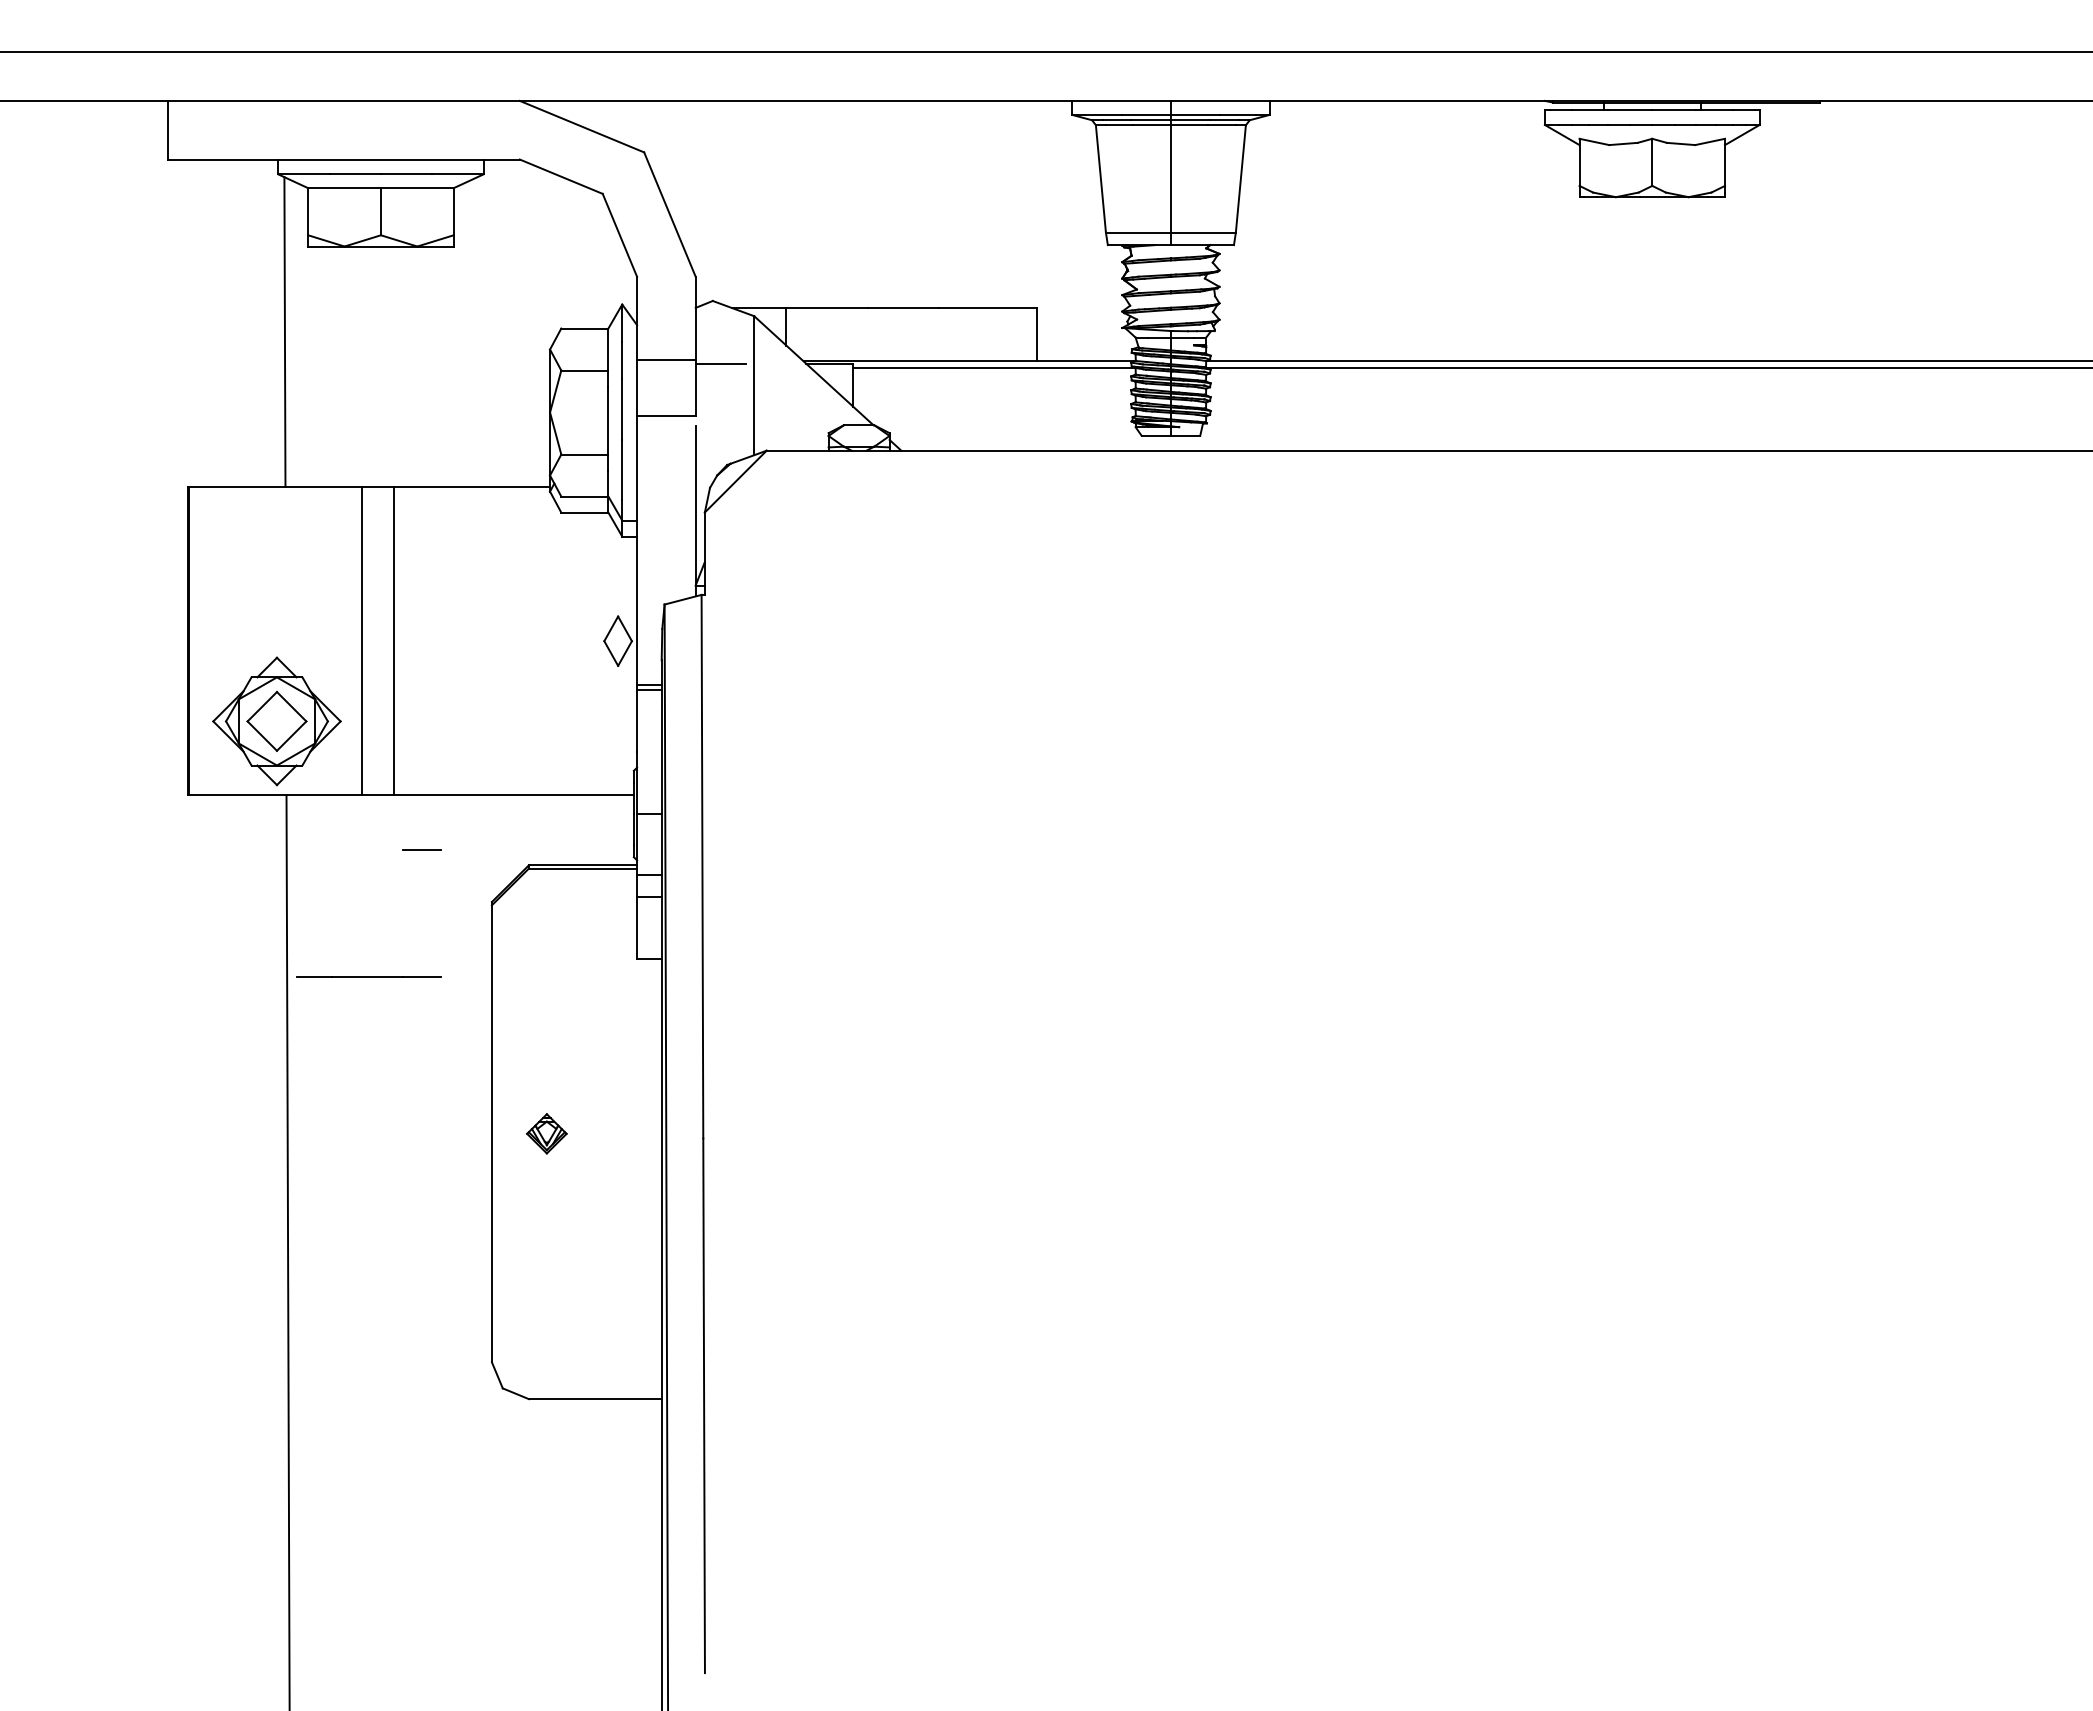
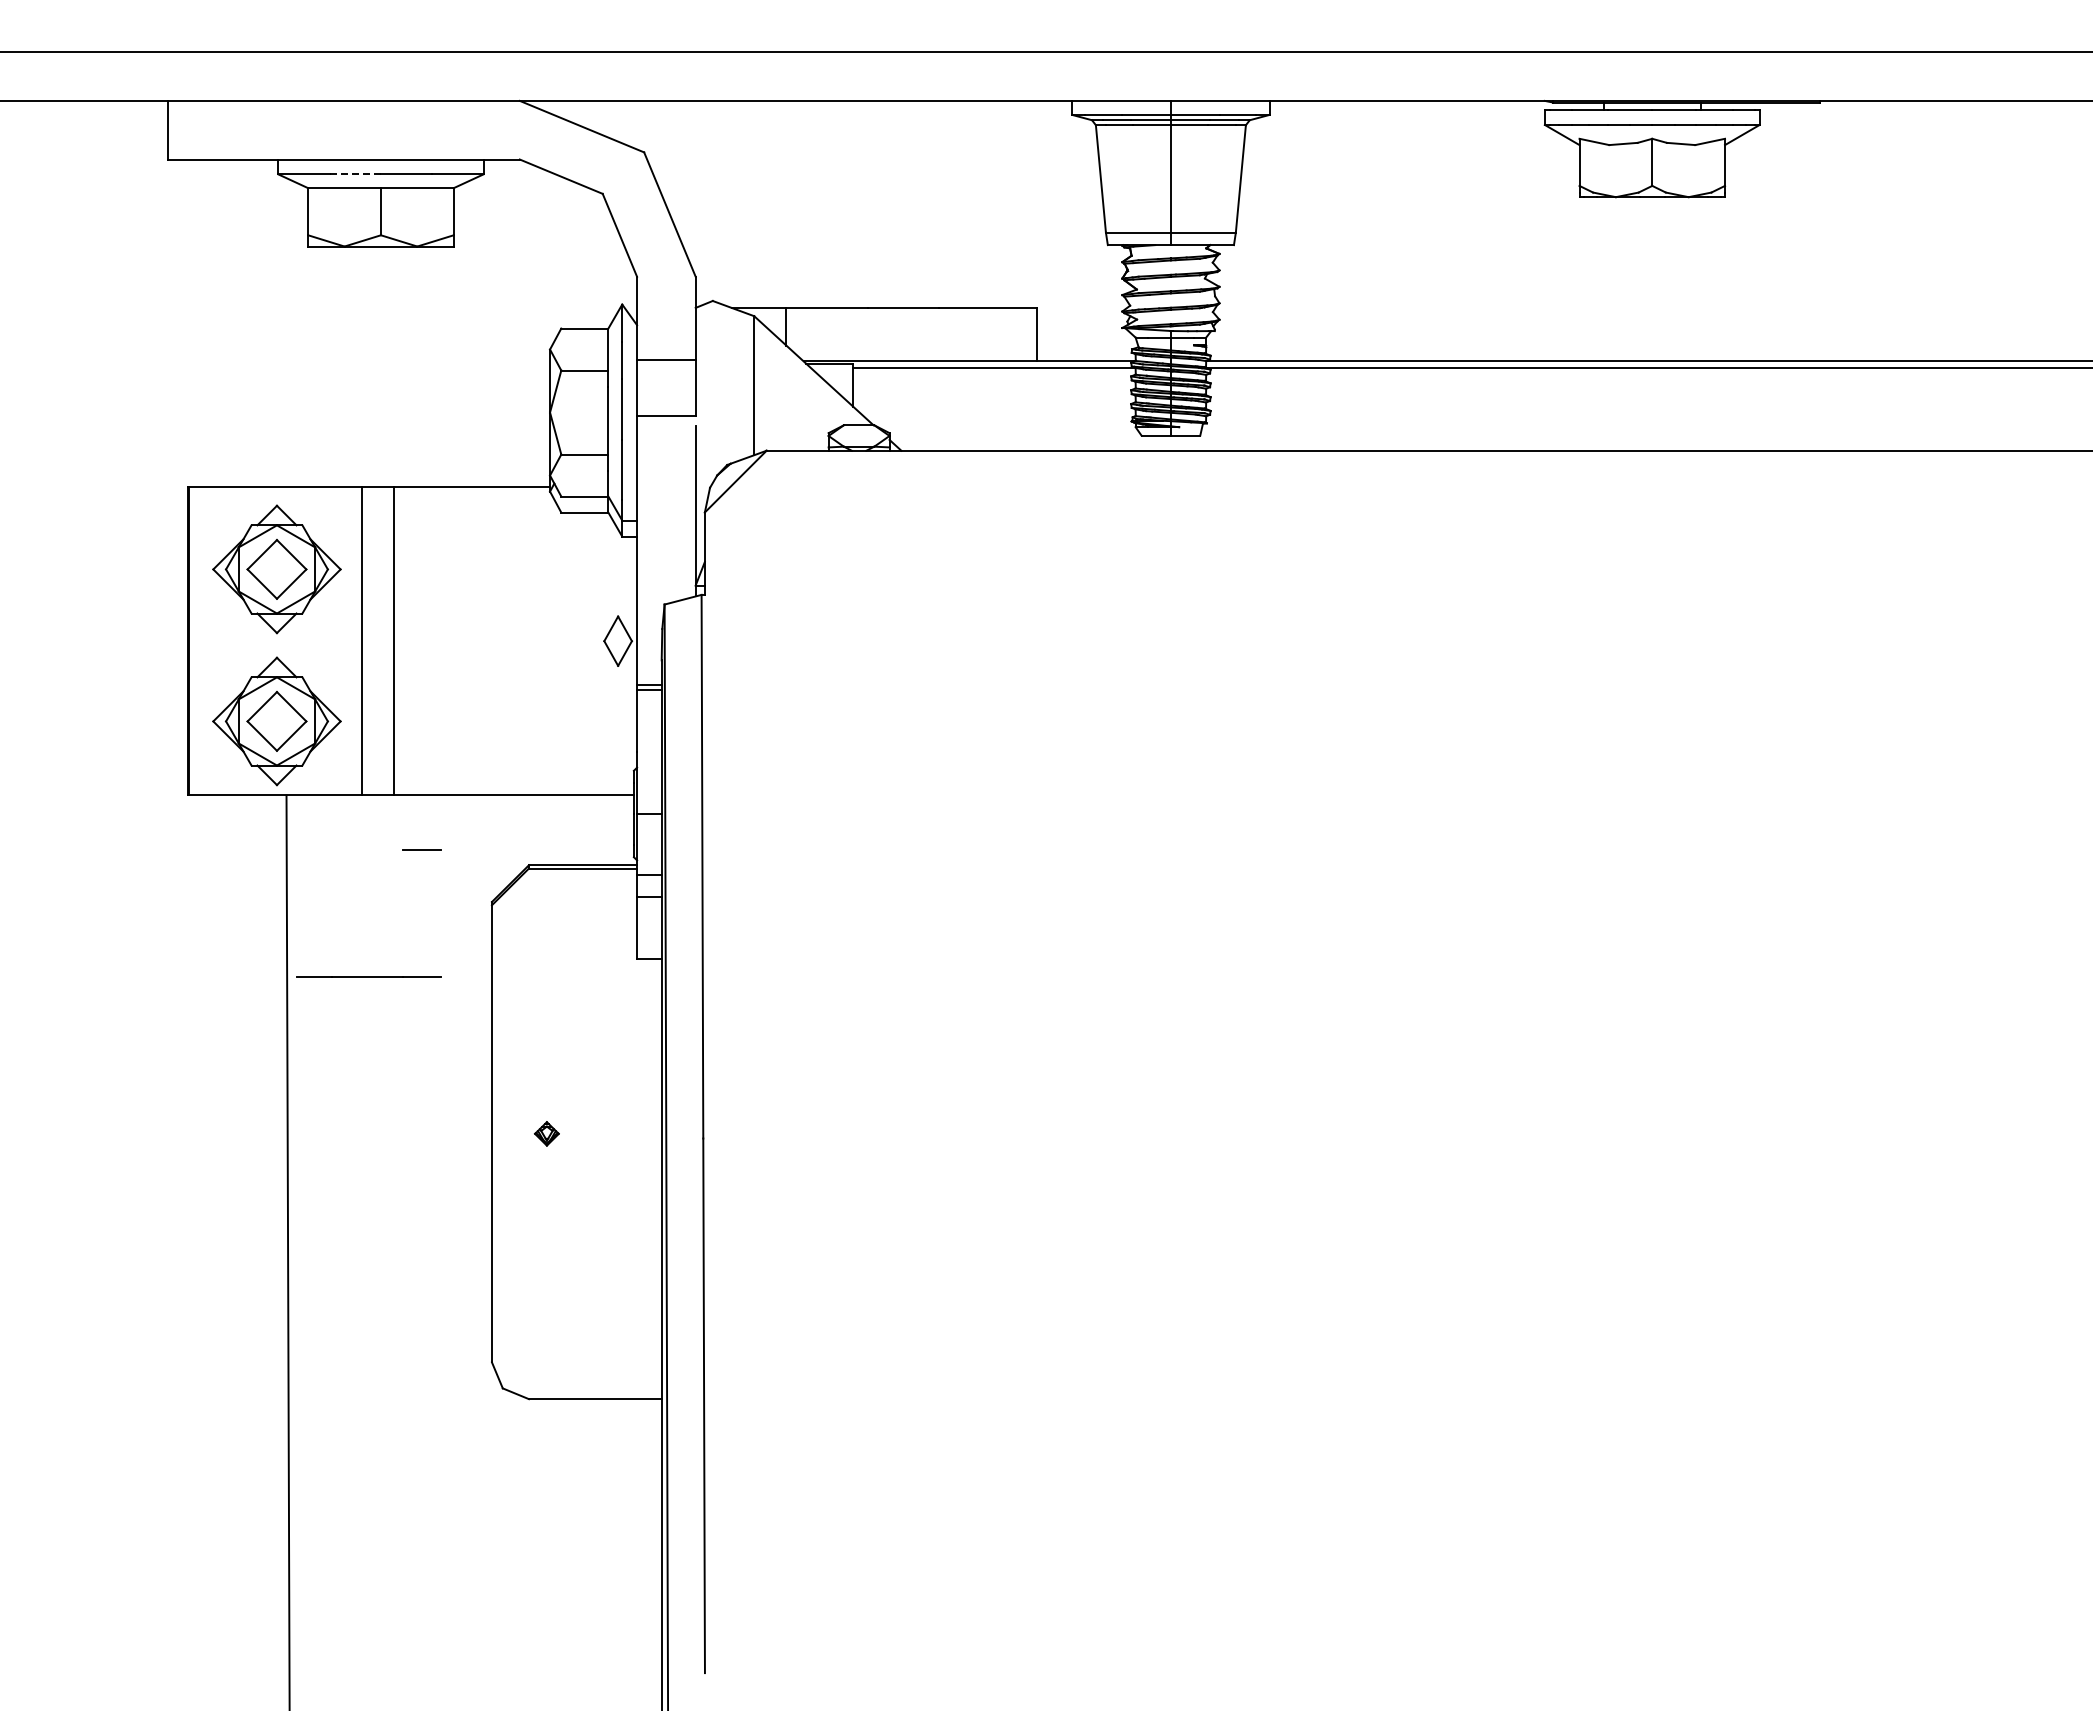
line at (355, 174): solid -> dashed
line at (284, 331): present -> none
line at (720, 363): present -> none
part at (276, 569): none -> present
part at (546, 1133) size: 42x42 px -> 26x26 px
